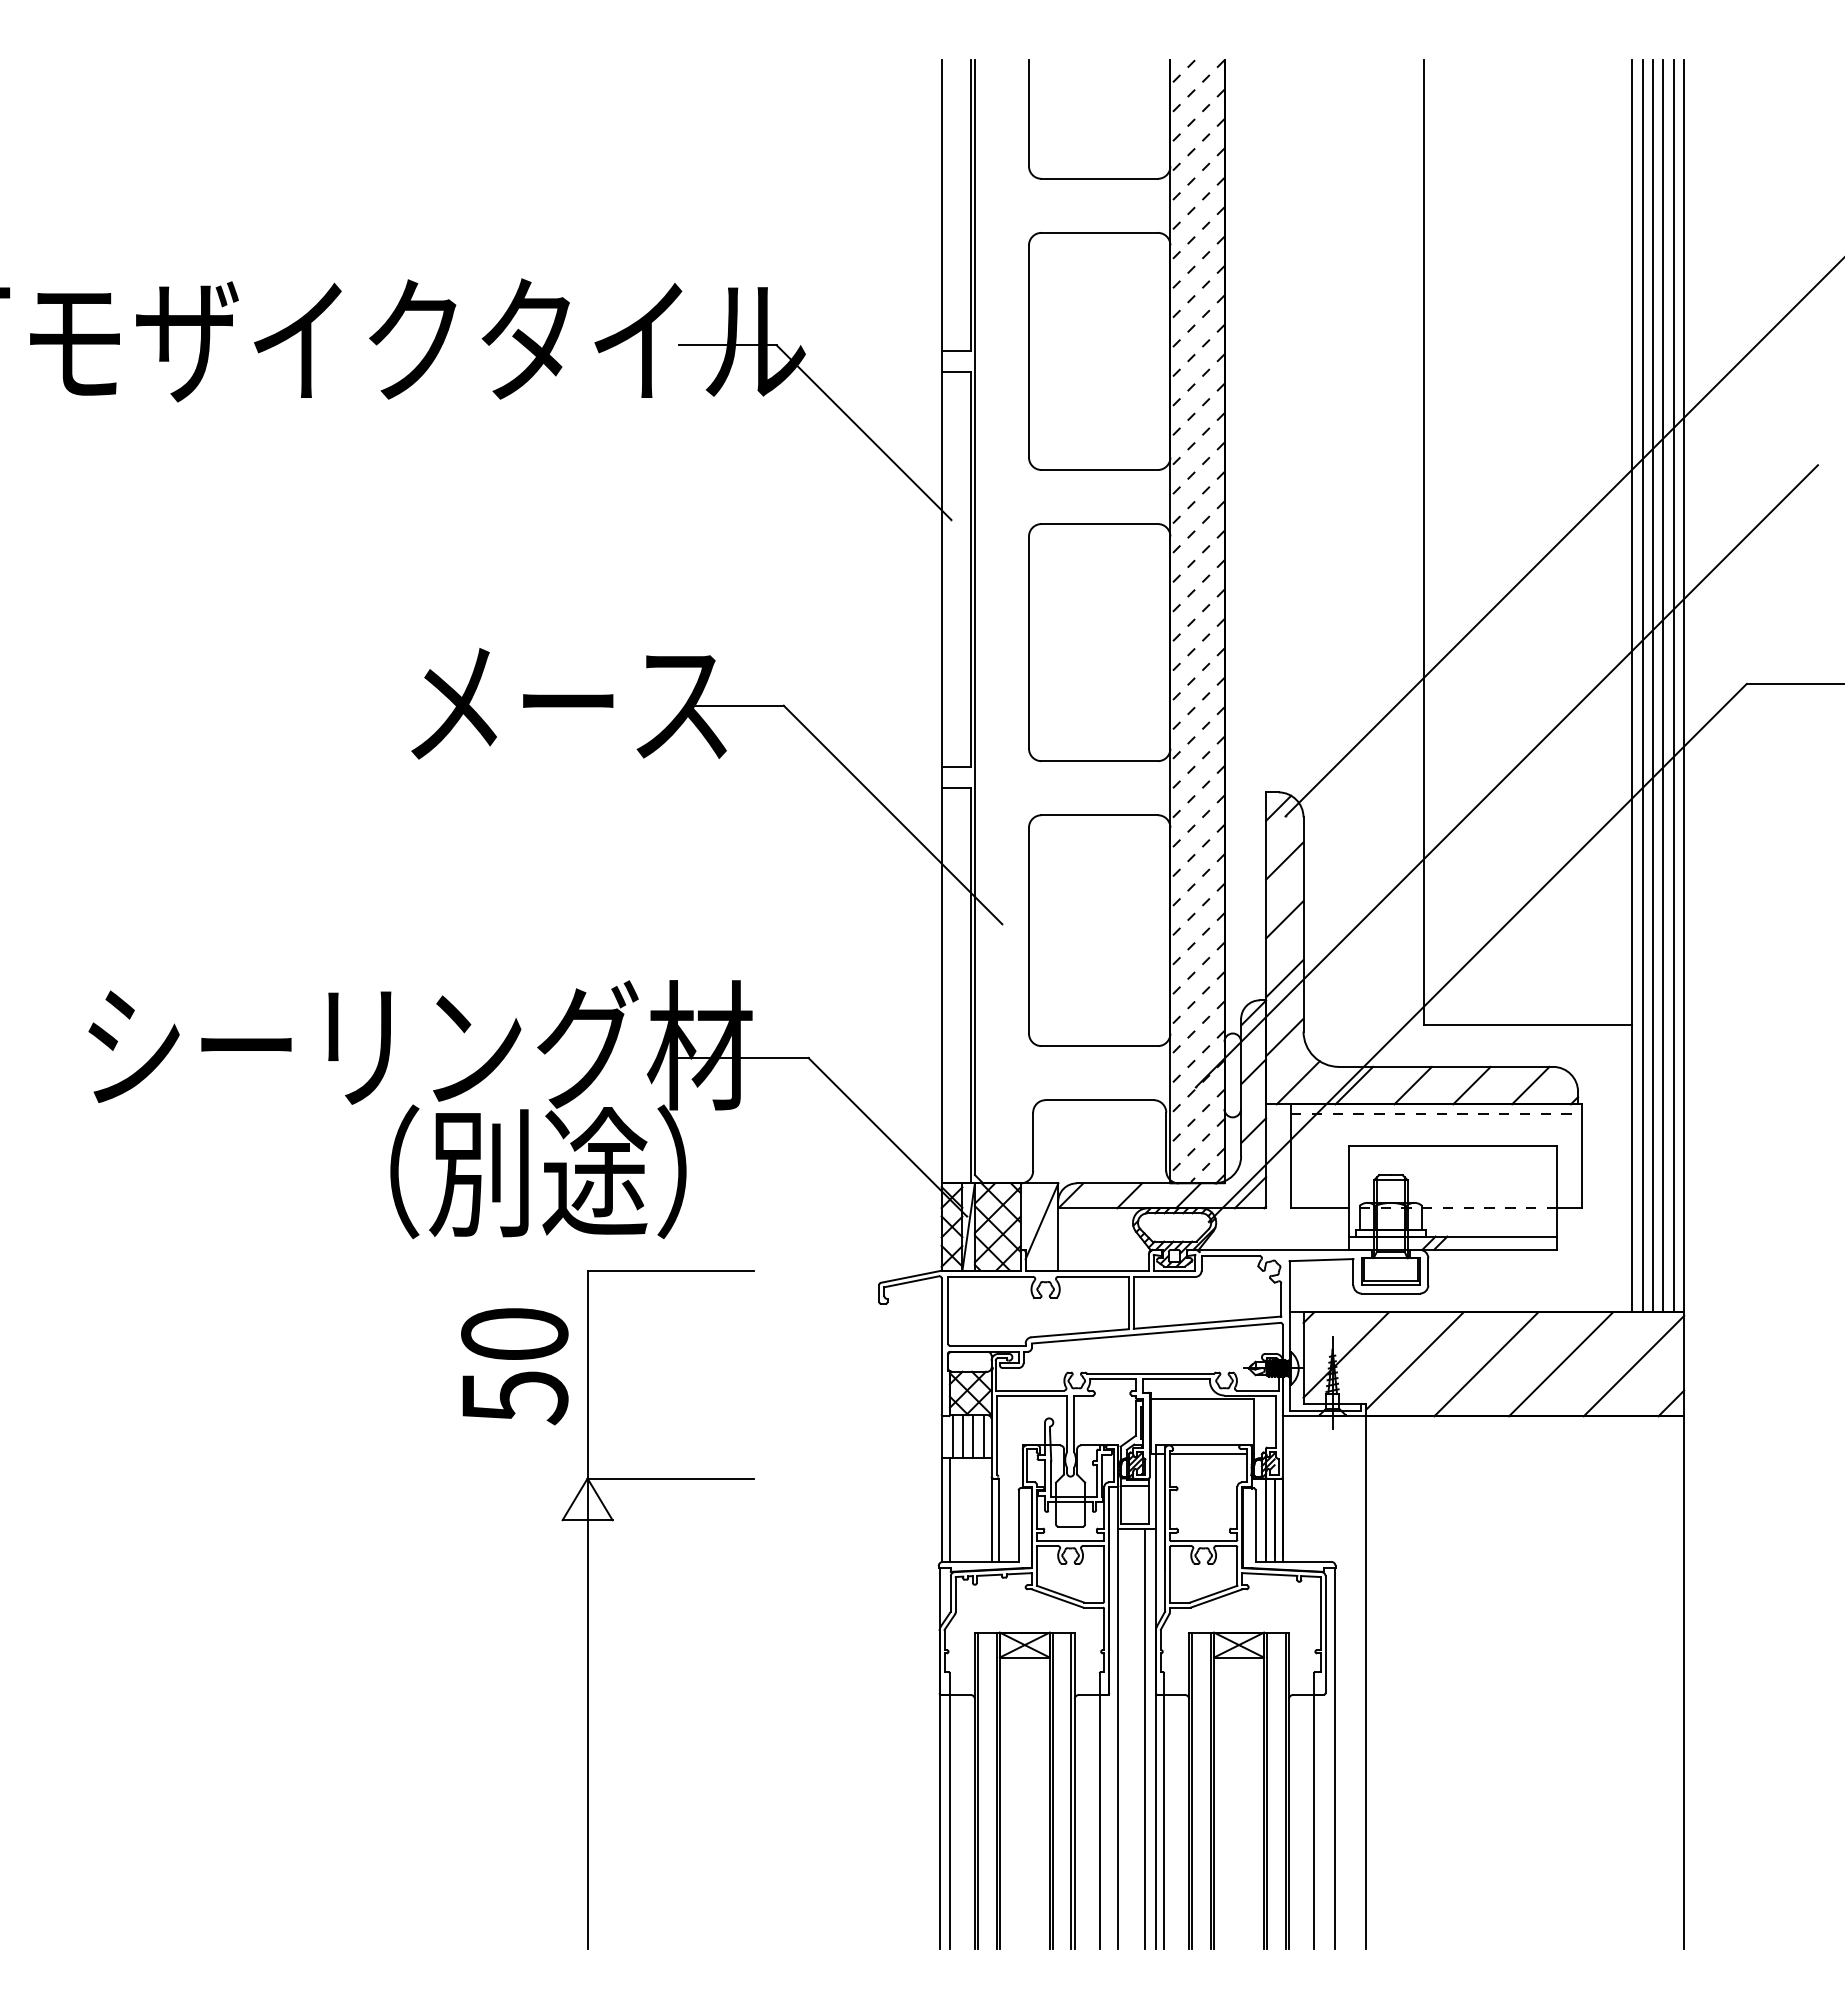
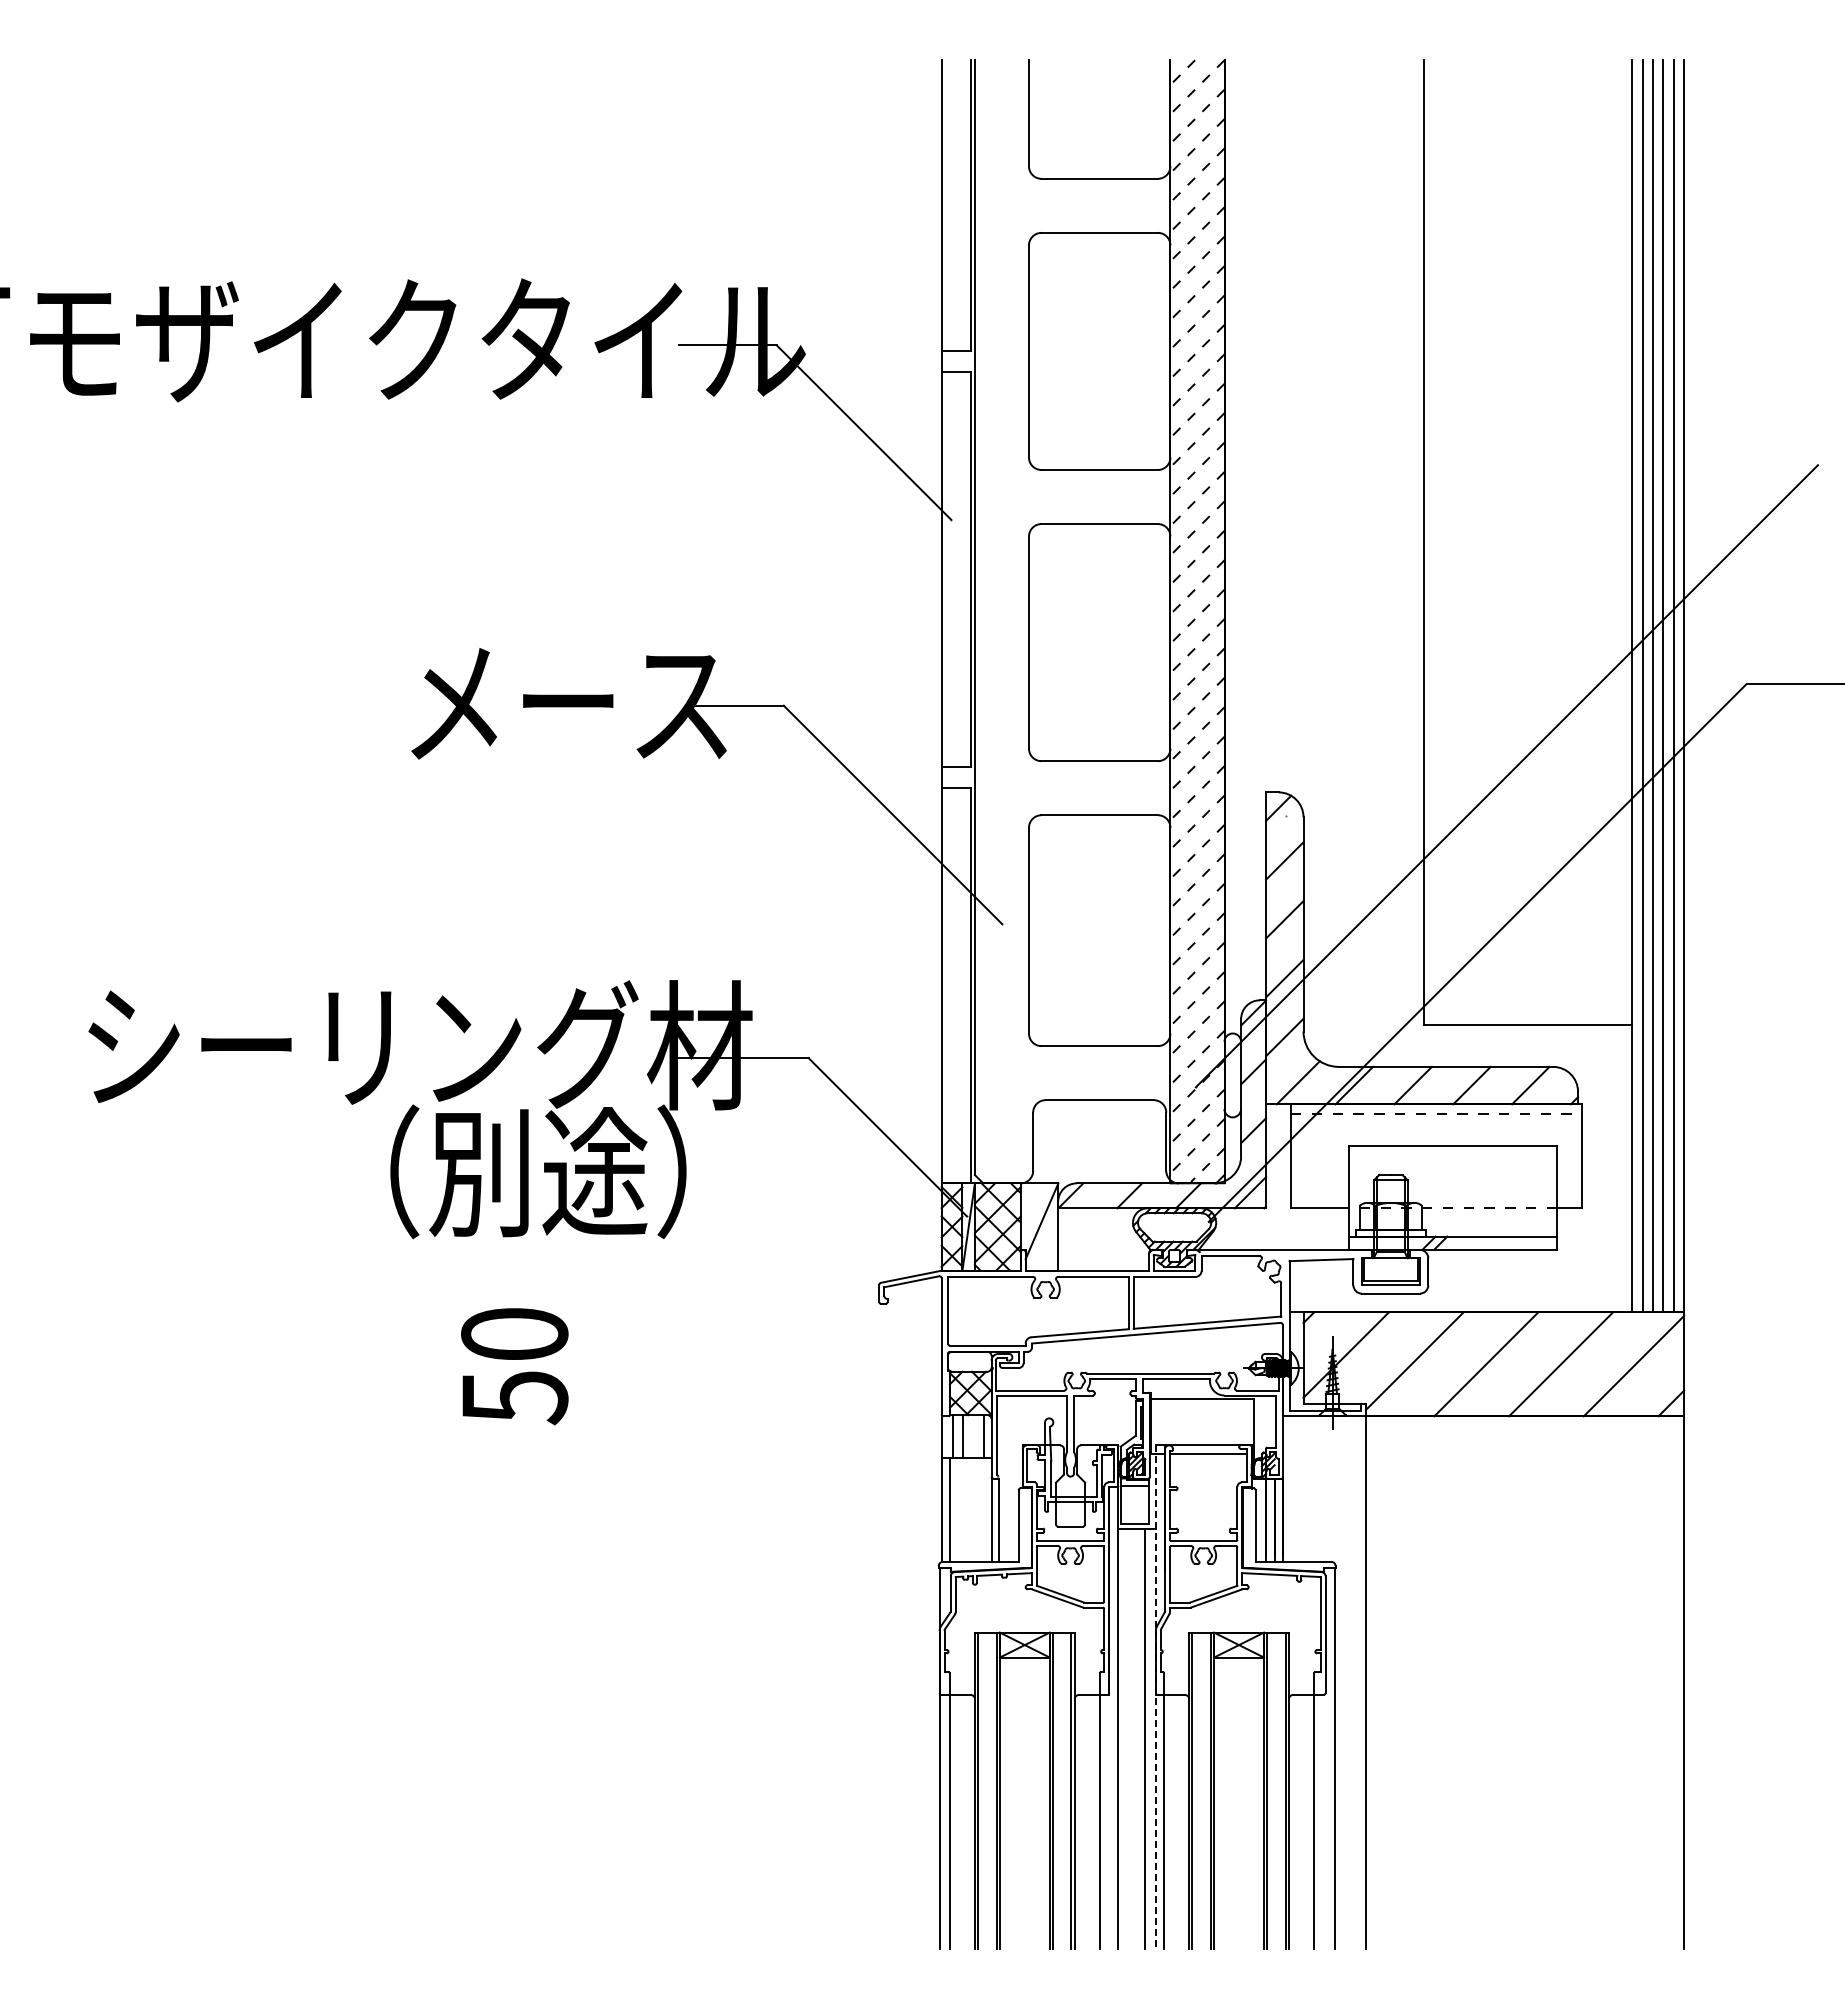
line at (1563, 537): present -> none
line at (973, 1436): present -> none
part at (588, 1609): present -> none
line at (1155, 1697): solid -> dashed
